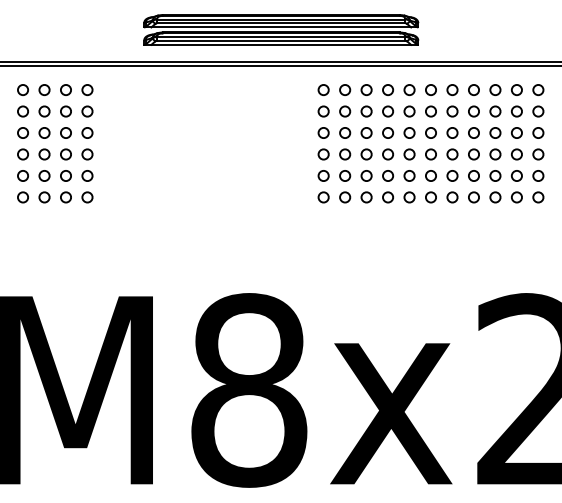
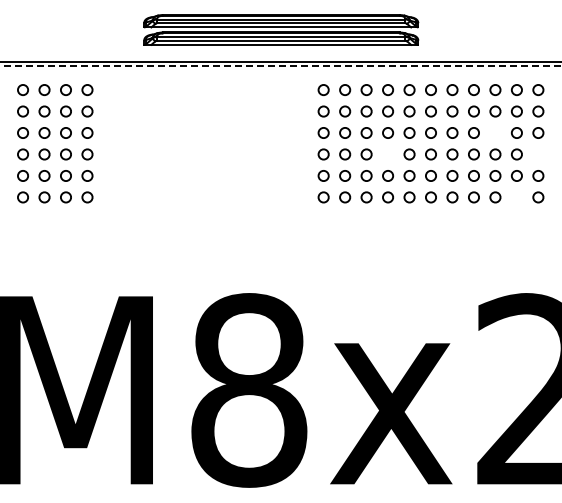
line at (280, 66): solid -> dashed
circle at (495, 132): present -> none
circle at (388, 154): present -> none
circle at (538, 154): present -> none
circle at (516, 197): present -> none
